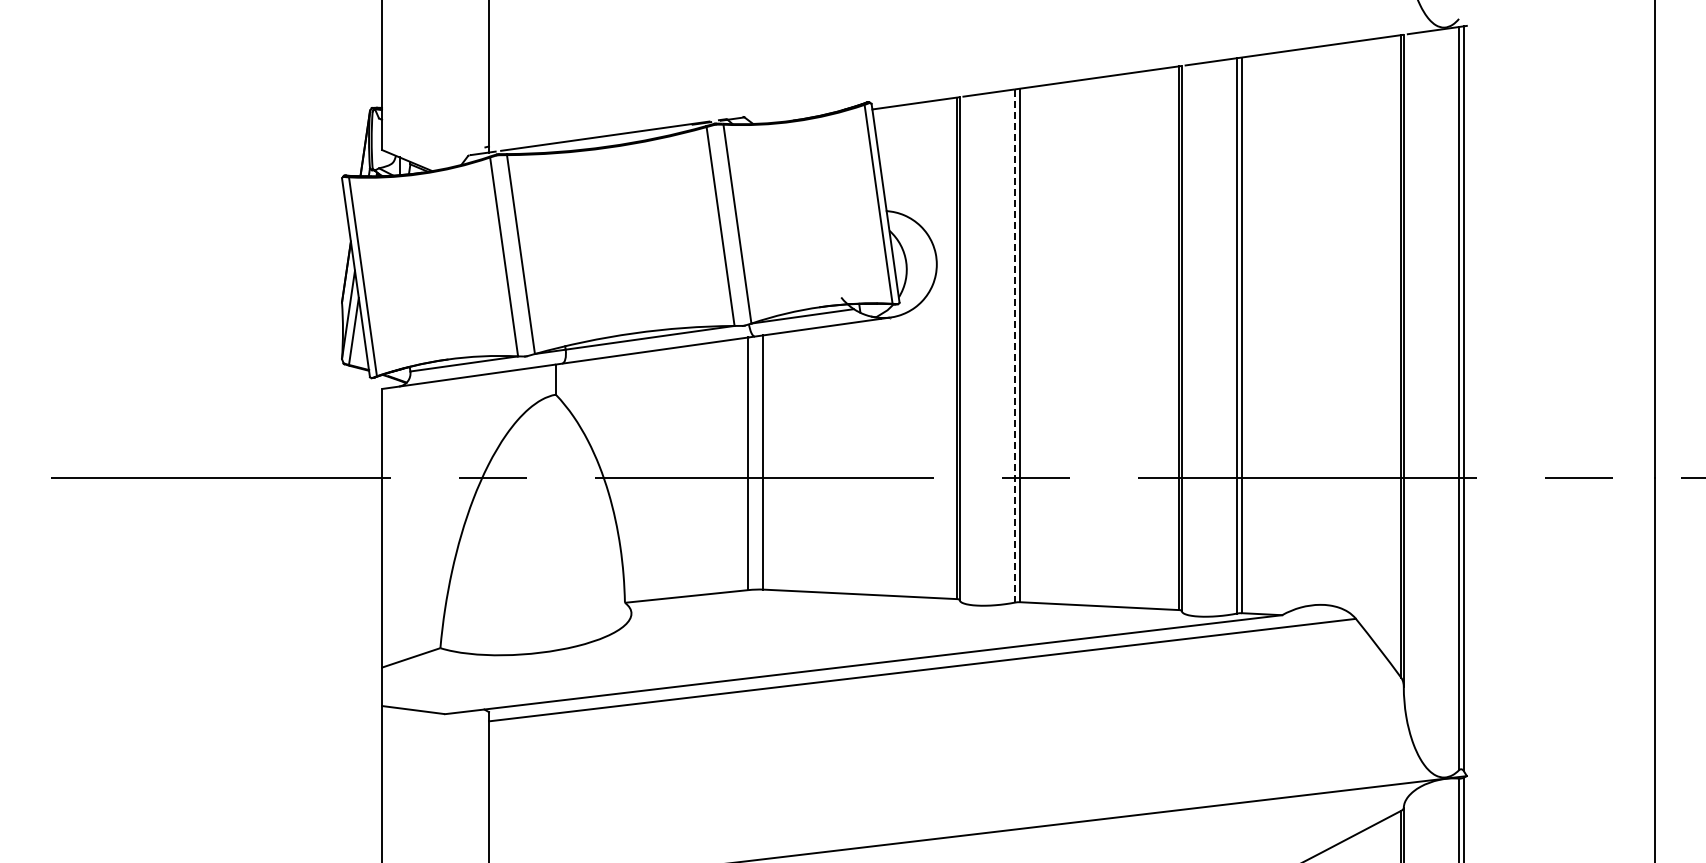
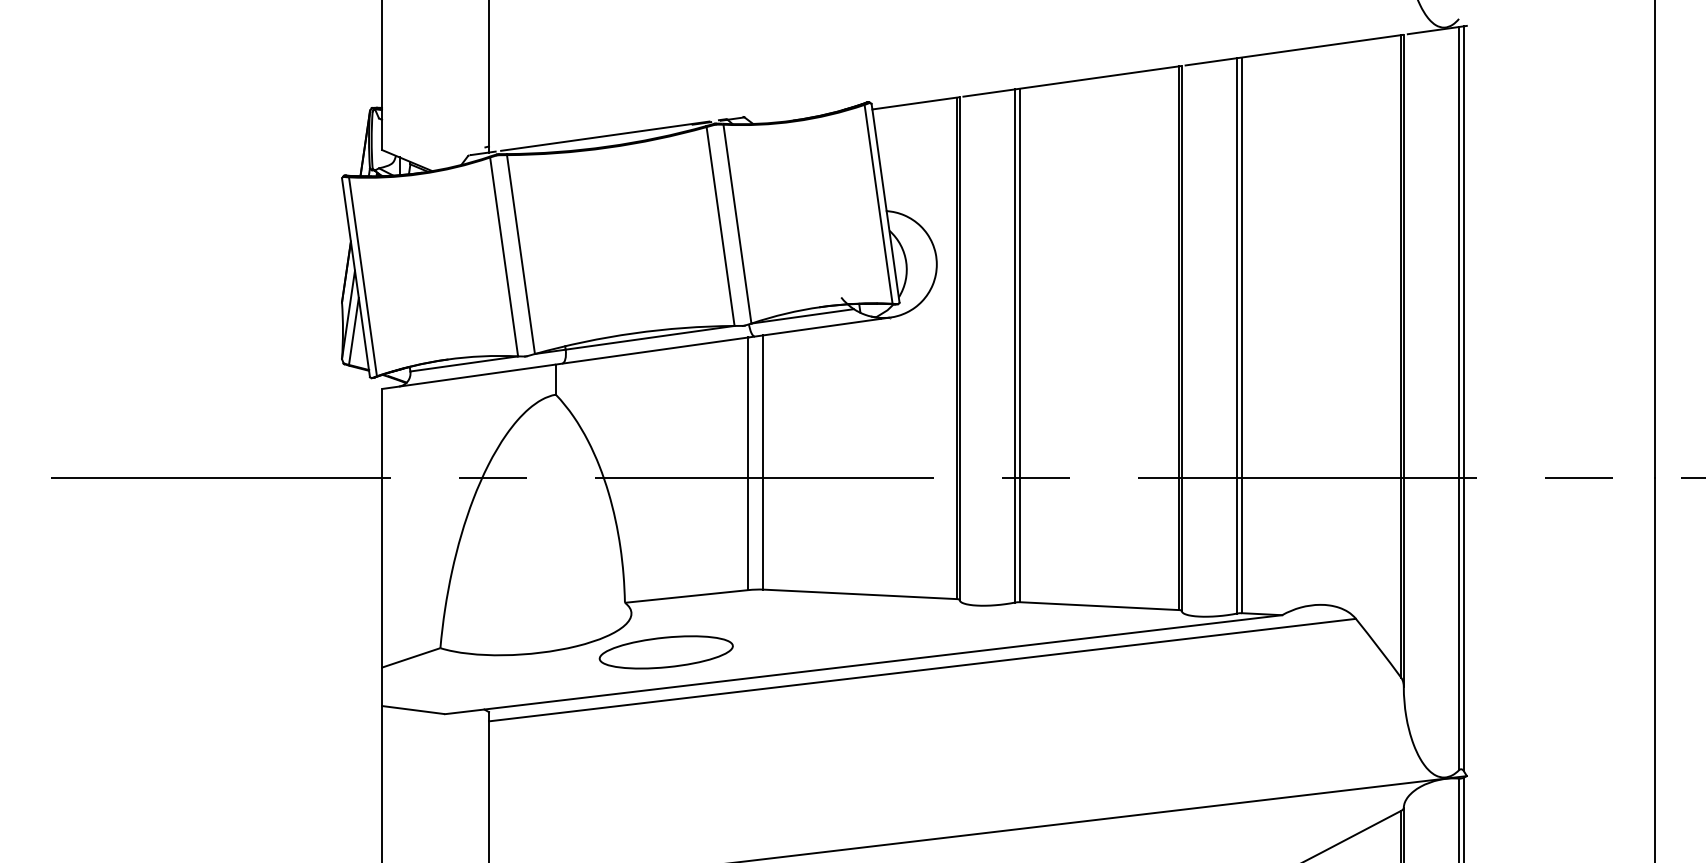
line at (1014, 346): dashed -> solid
part at (665, 652): none -> present
